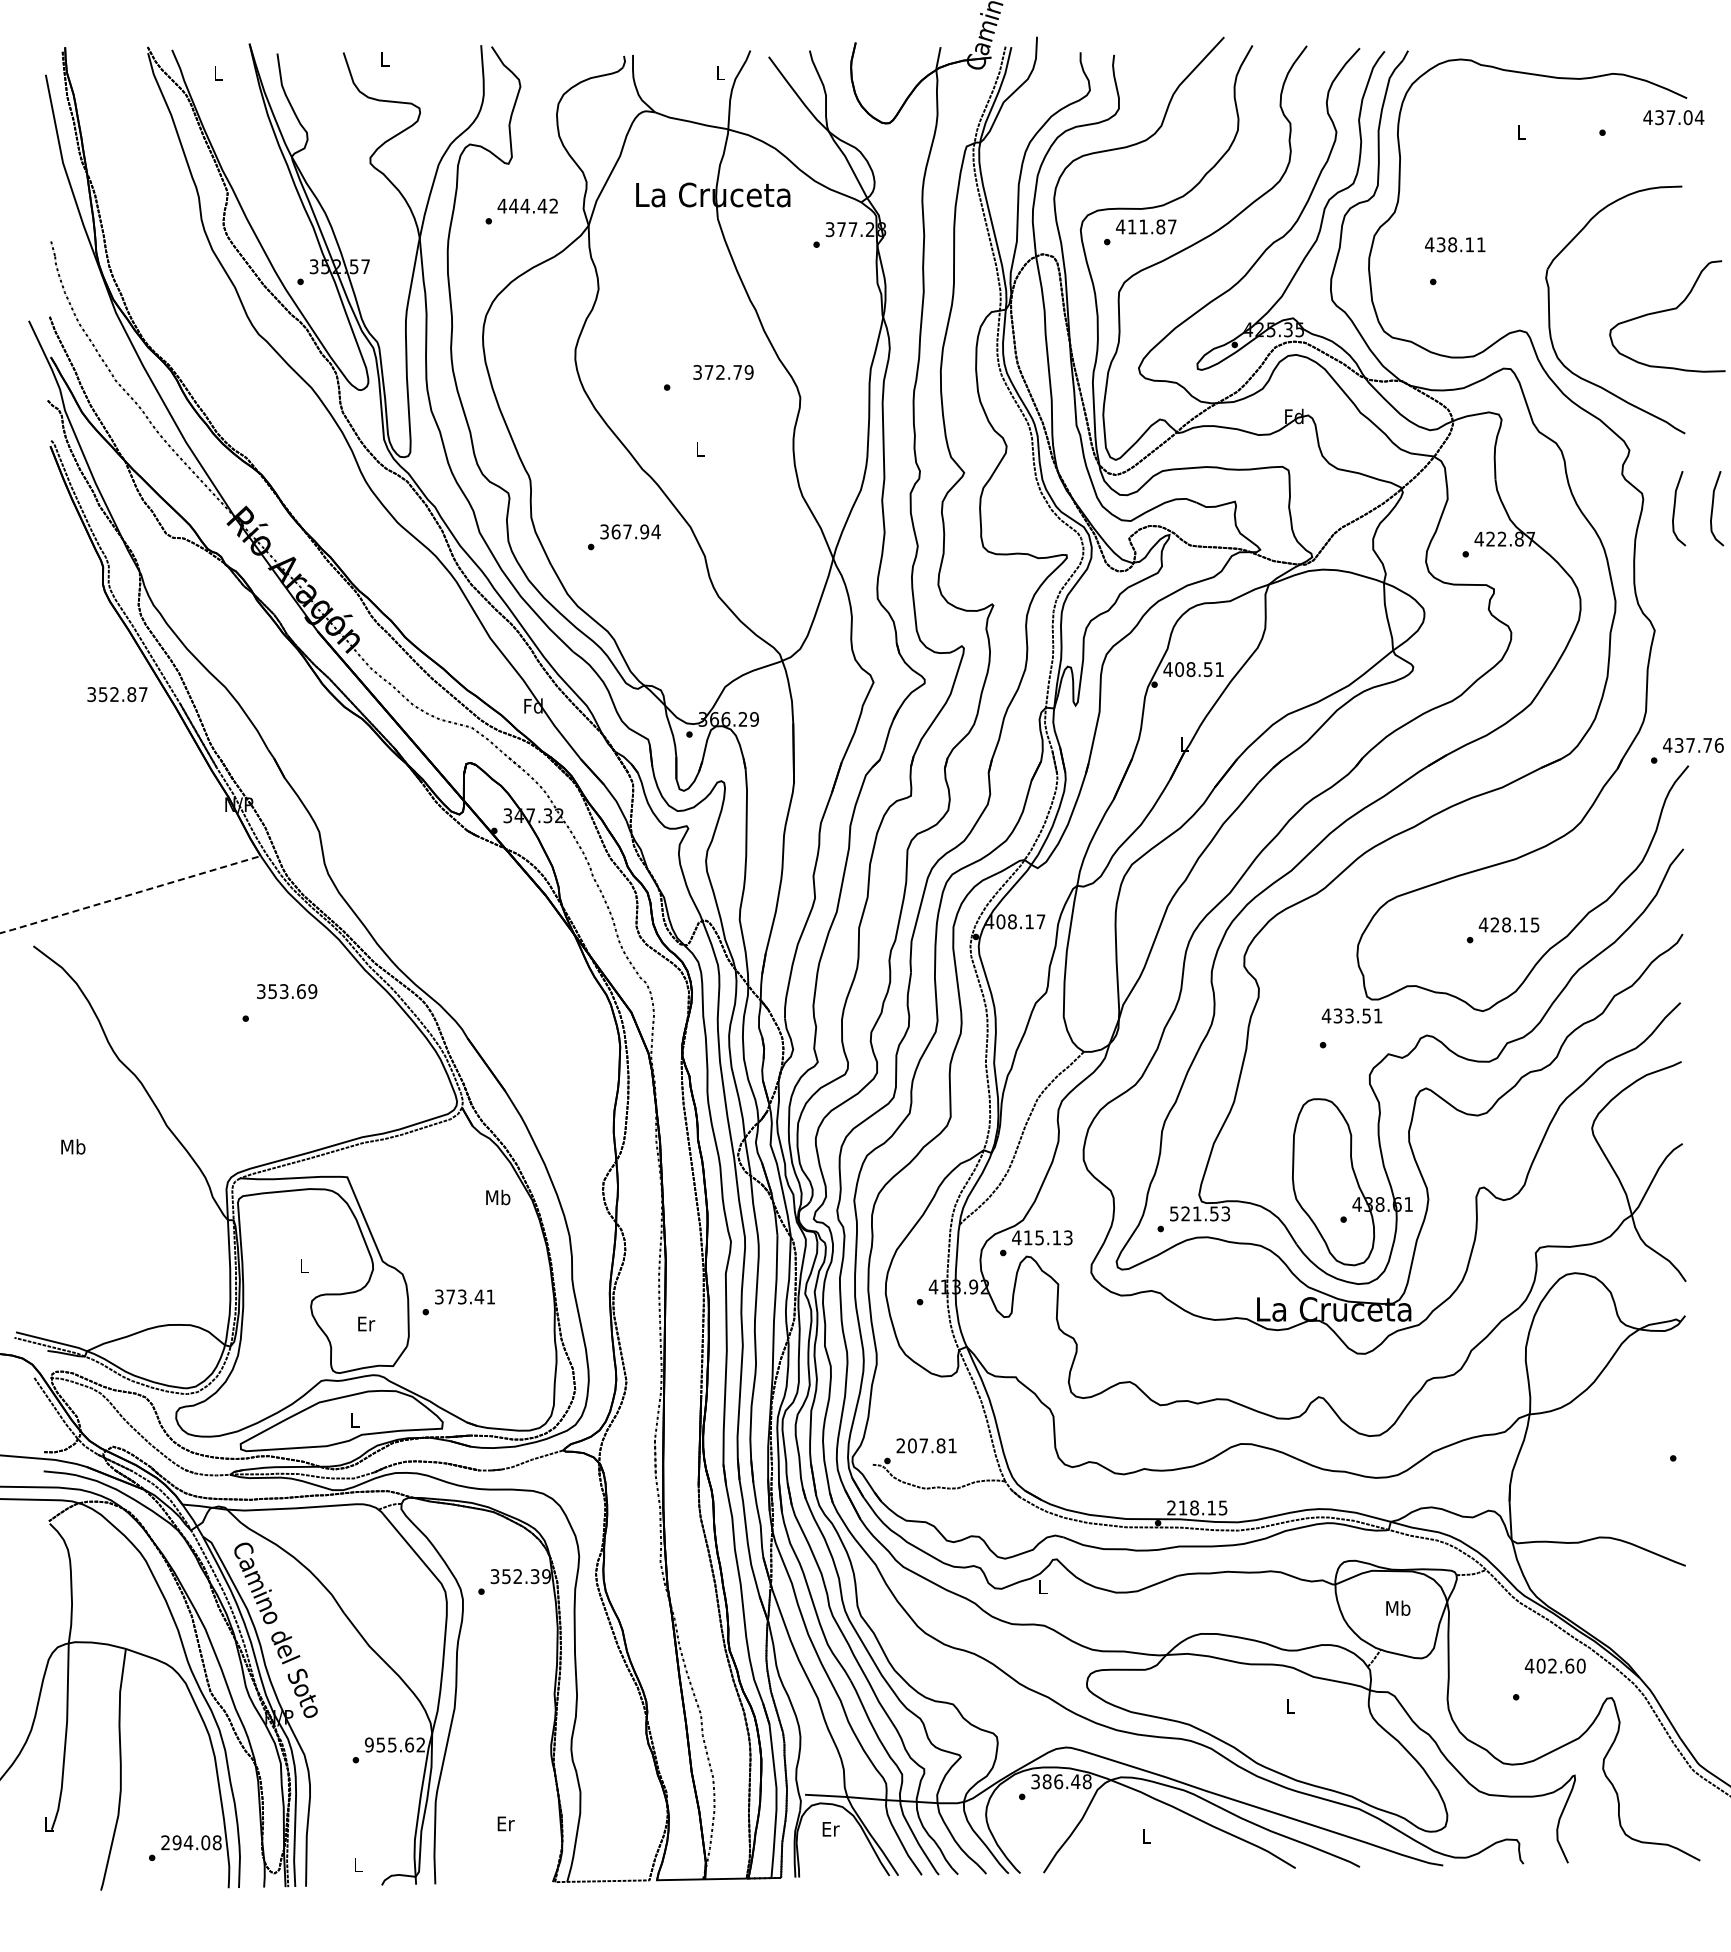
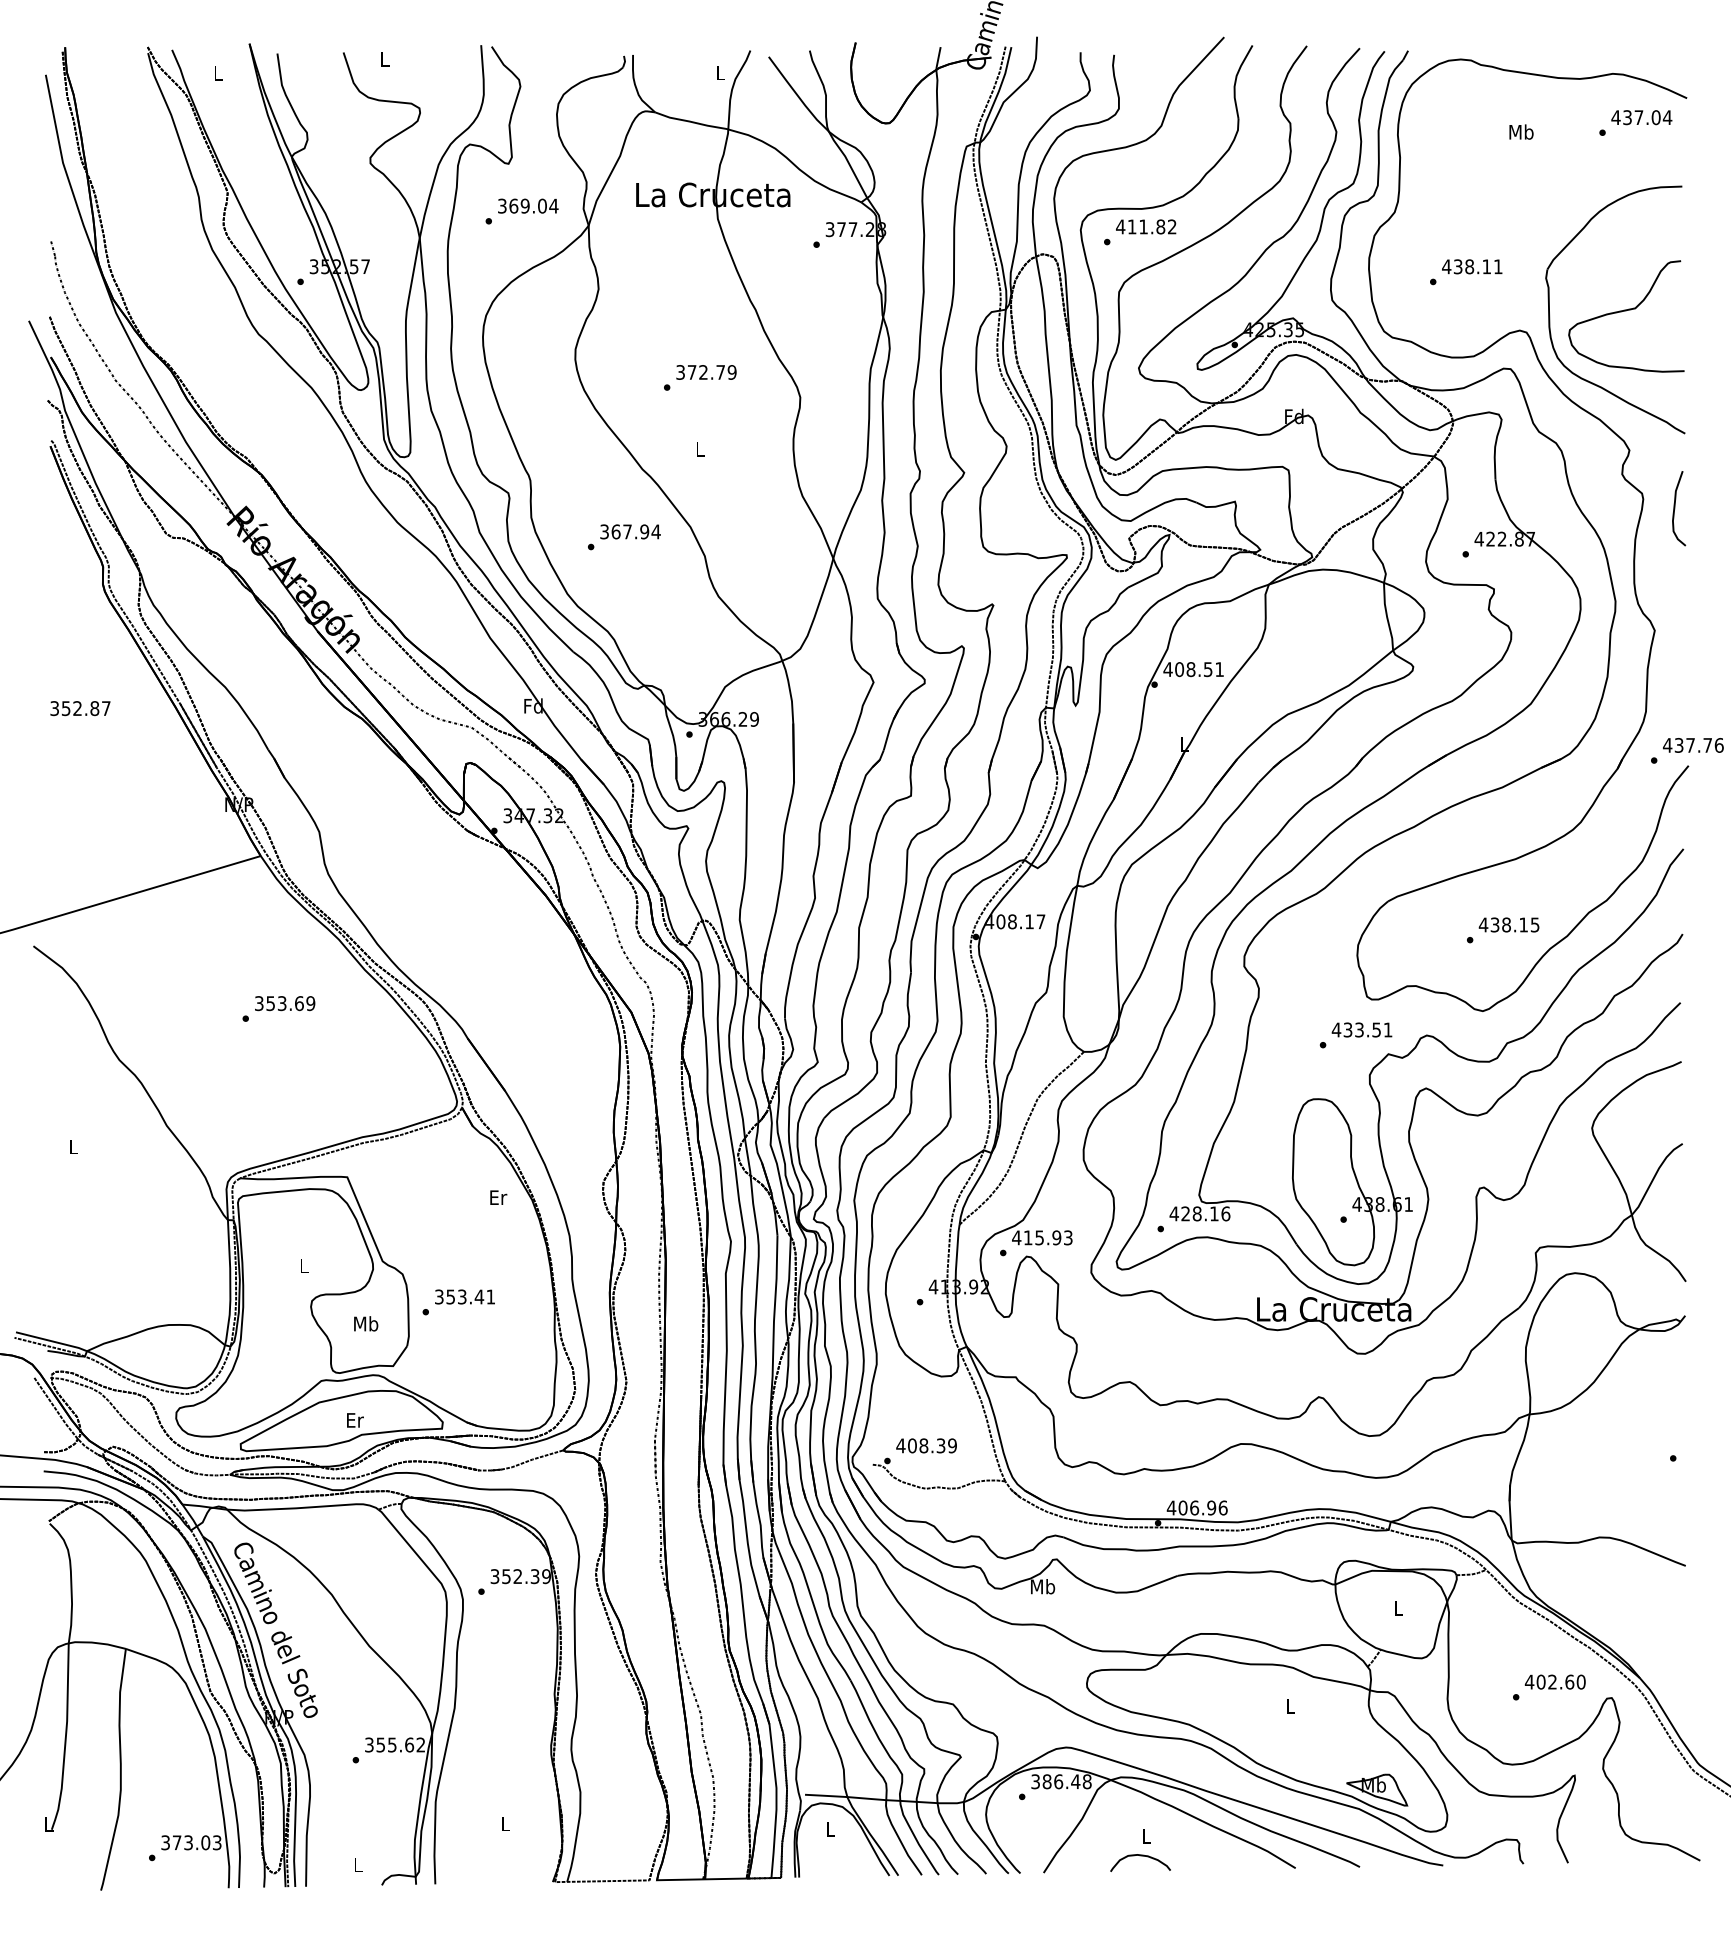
text at (1673, 117) position: (1673, 117) -> (1641, 117)
text at (1521, 131): L -> Mb
text at (527, 205): 444.42 -> 369.04
text at (1172, 226): 411.87 -> 411.82
text at (1455, 244) position: (1455, 244) -> (1472, 266)
curve at (1667, 311) position: (1667, 311) -> (1626, 311)
text at (723, 372) position: (723, 372) -> (706, 372)
curve at (1713, 508): present -> none
text at (117, 694) position: (117, 694) -> (80, 708)
line at (130, 894): dashed -> solid
text at (1494, 924): 428.15 -> 438.15
text at (287, 991) position: (287, 991) -> (285, 1003)
text at (1351, 1015) position: (1351, 1015) -> (1361, 1029)
text at (73, 1146): Mb -> L
text at (498, 1197): Mb -> Er
text at (1199, 1213): 521.53 -> 428.16
text at (1056, 1237): 415.13 -> 415.93
text at (450, 1296): 373.41 -> 353.41
text at (366, 1323): Er -> Mb
text at (355, 1420): L -> Er
text at (926, 1445): 207.81 -> 408.39
text at (1196, 1507): 218.15 -> 406.96
text at (1043, 1586): L -> Mb
text at (1398, 1607): Mb -> L
text at (1554, 1665) position: (1554, 1665) -> (1554, 1681)
text at (368, 1744): 955.62 -> 355.62
part at (1377, 1789): none -> present
text at (505, 1823): Er -> L
text at (830, 1829): Er -> L
text at (191, 1842): 294.08 -> 373.03
curve at (1140, 1856): none -> present
